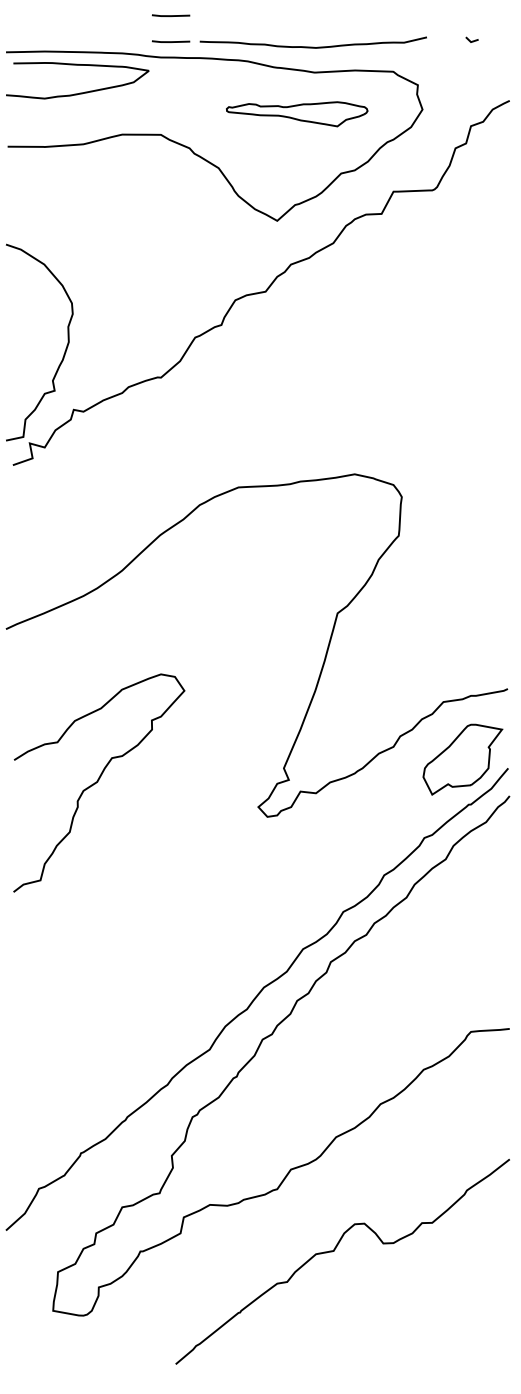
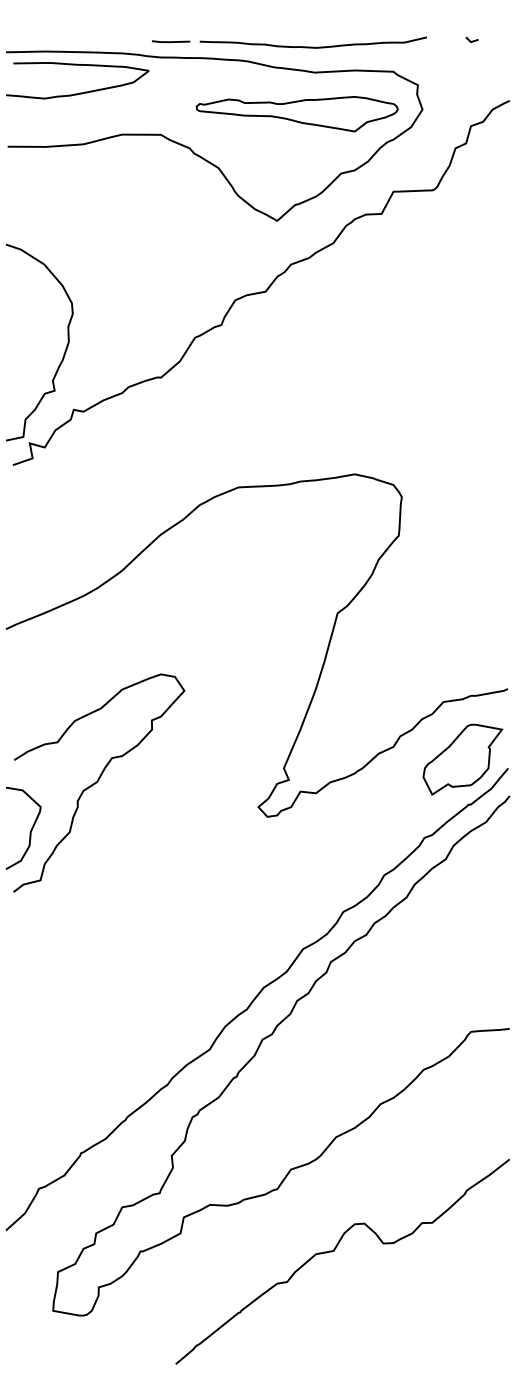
line at (171, 15): present -> none
part at (297, 114) size: 143x27 px -> 204x37 px
curve at (30, 829): none -> present
